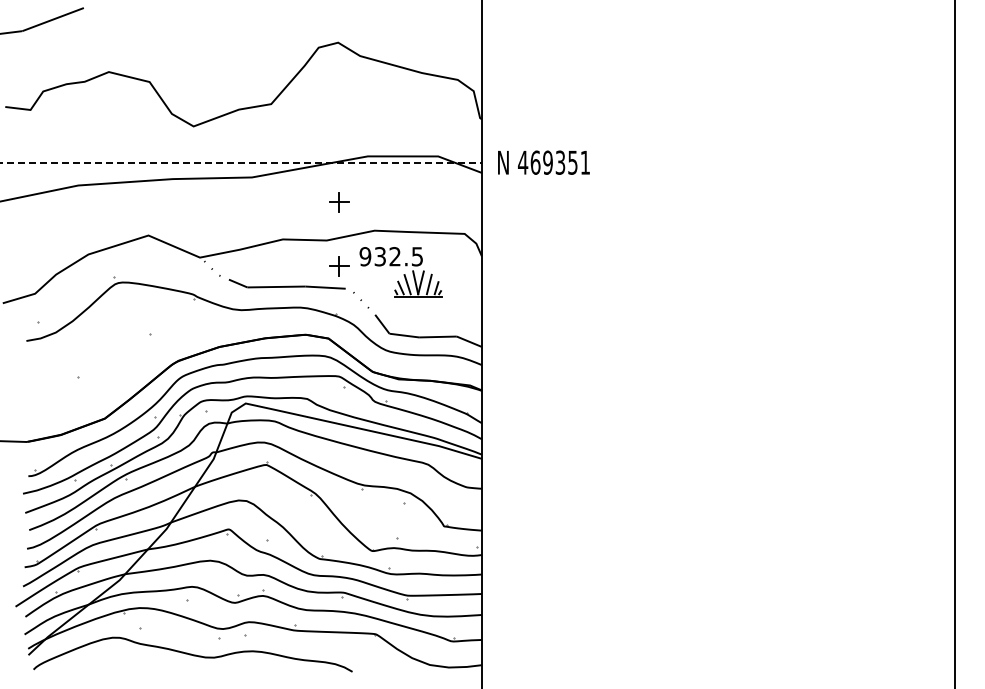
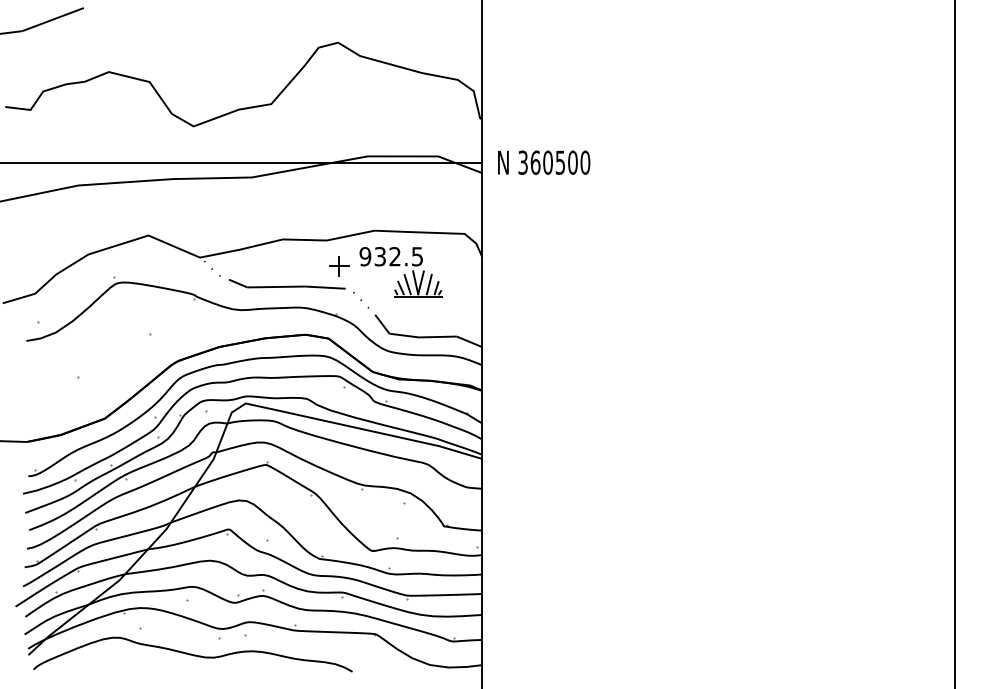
line at (241, 162): dashed -> solid
text at (554, 162): 469351 -> 360500
part at (339, 202): present -> none
